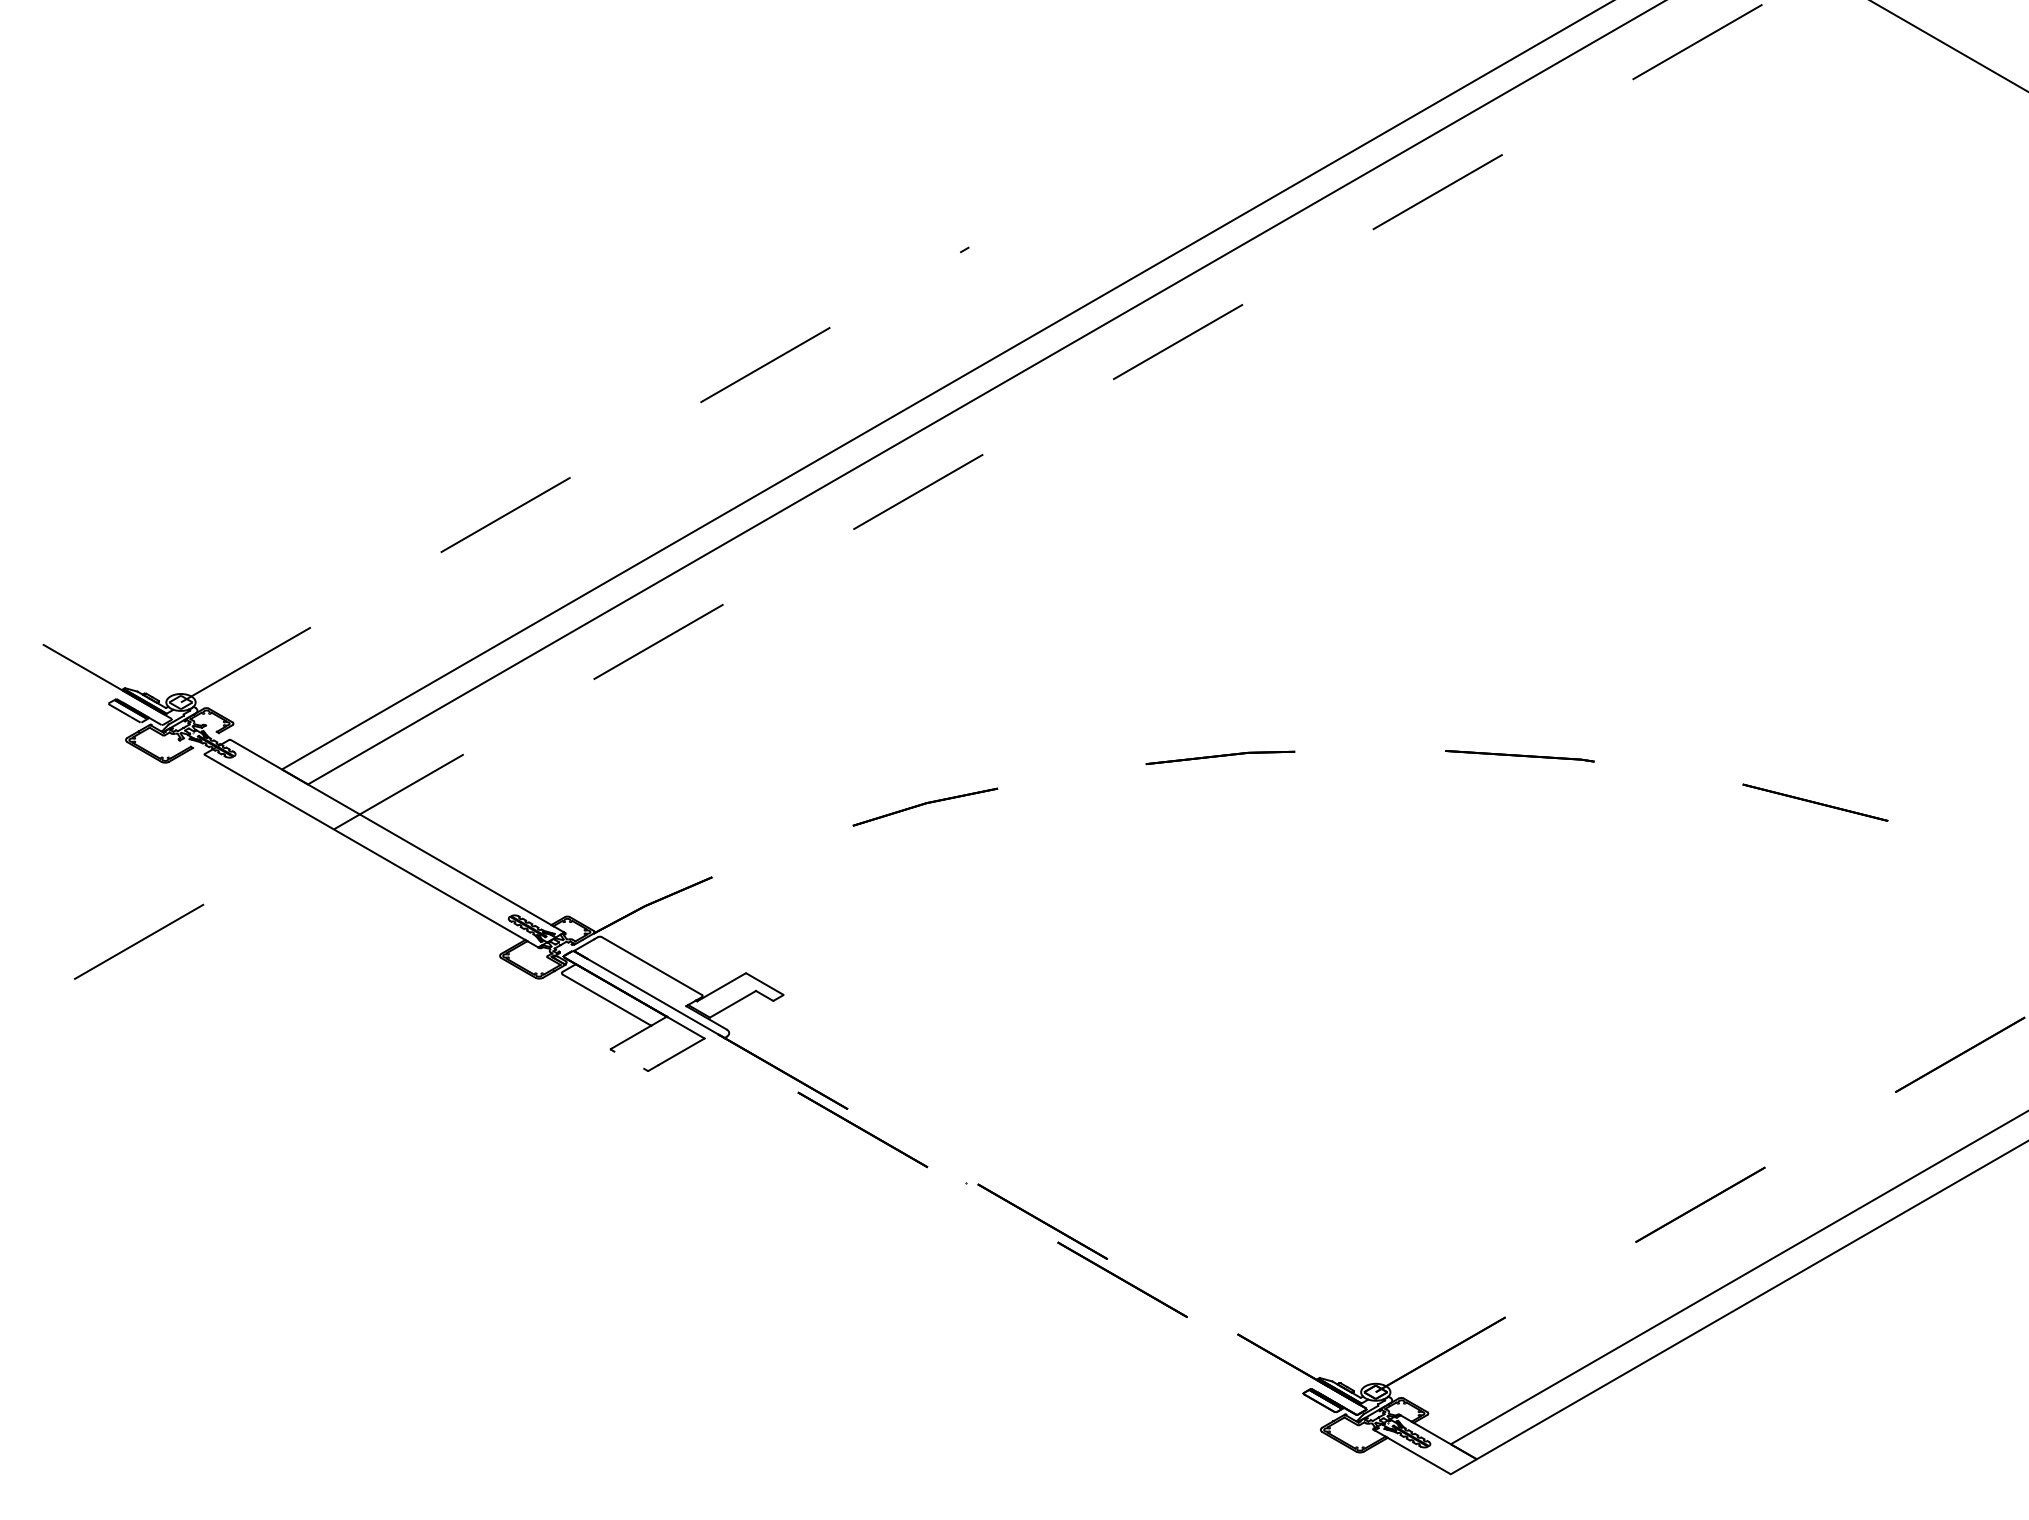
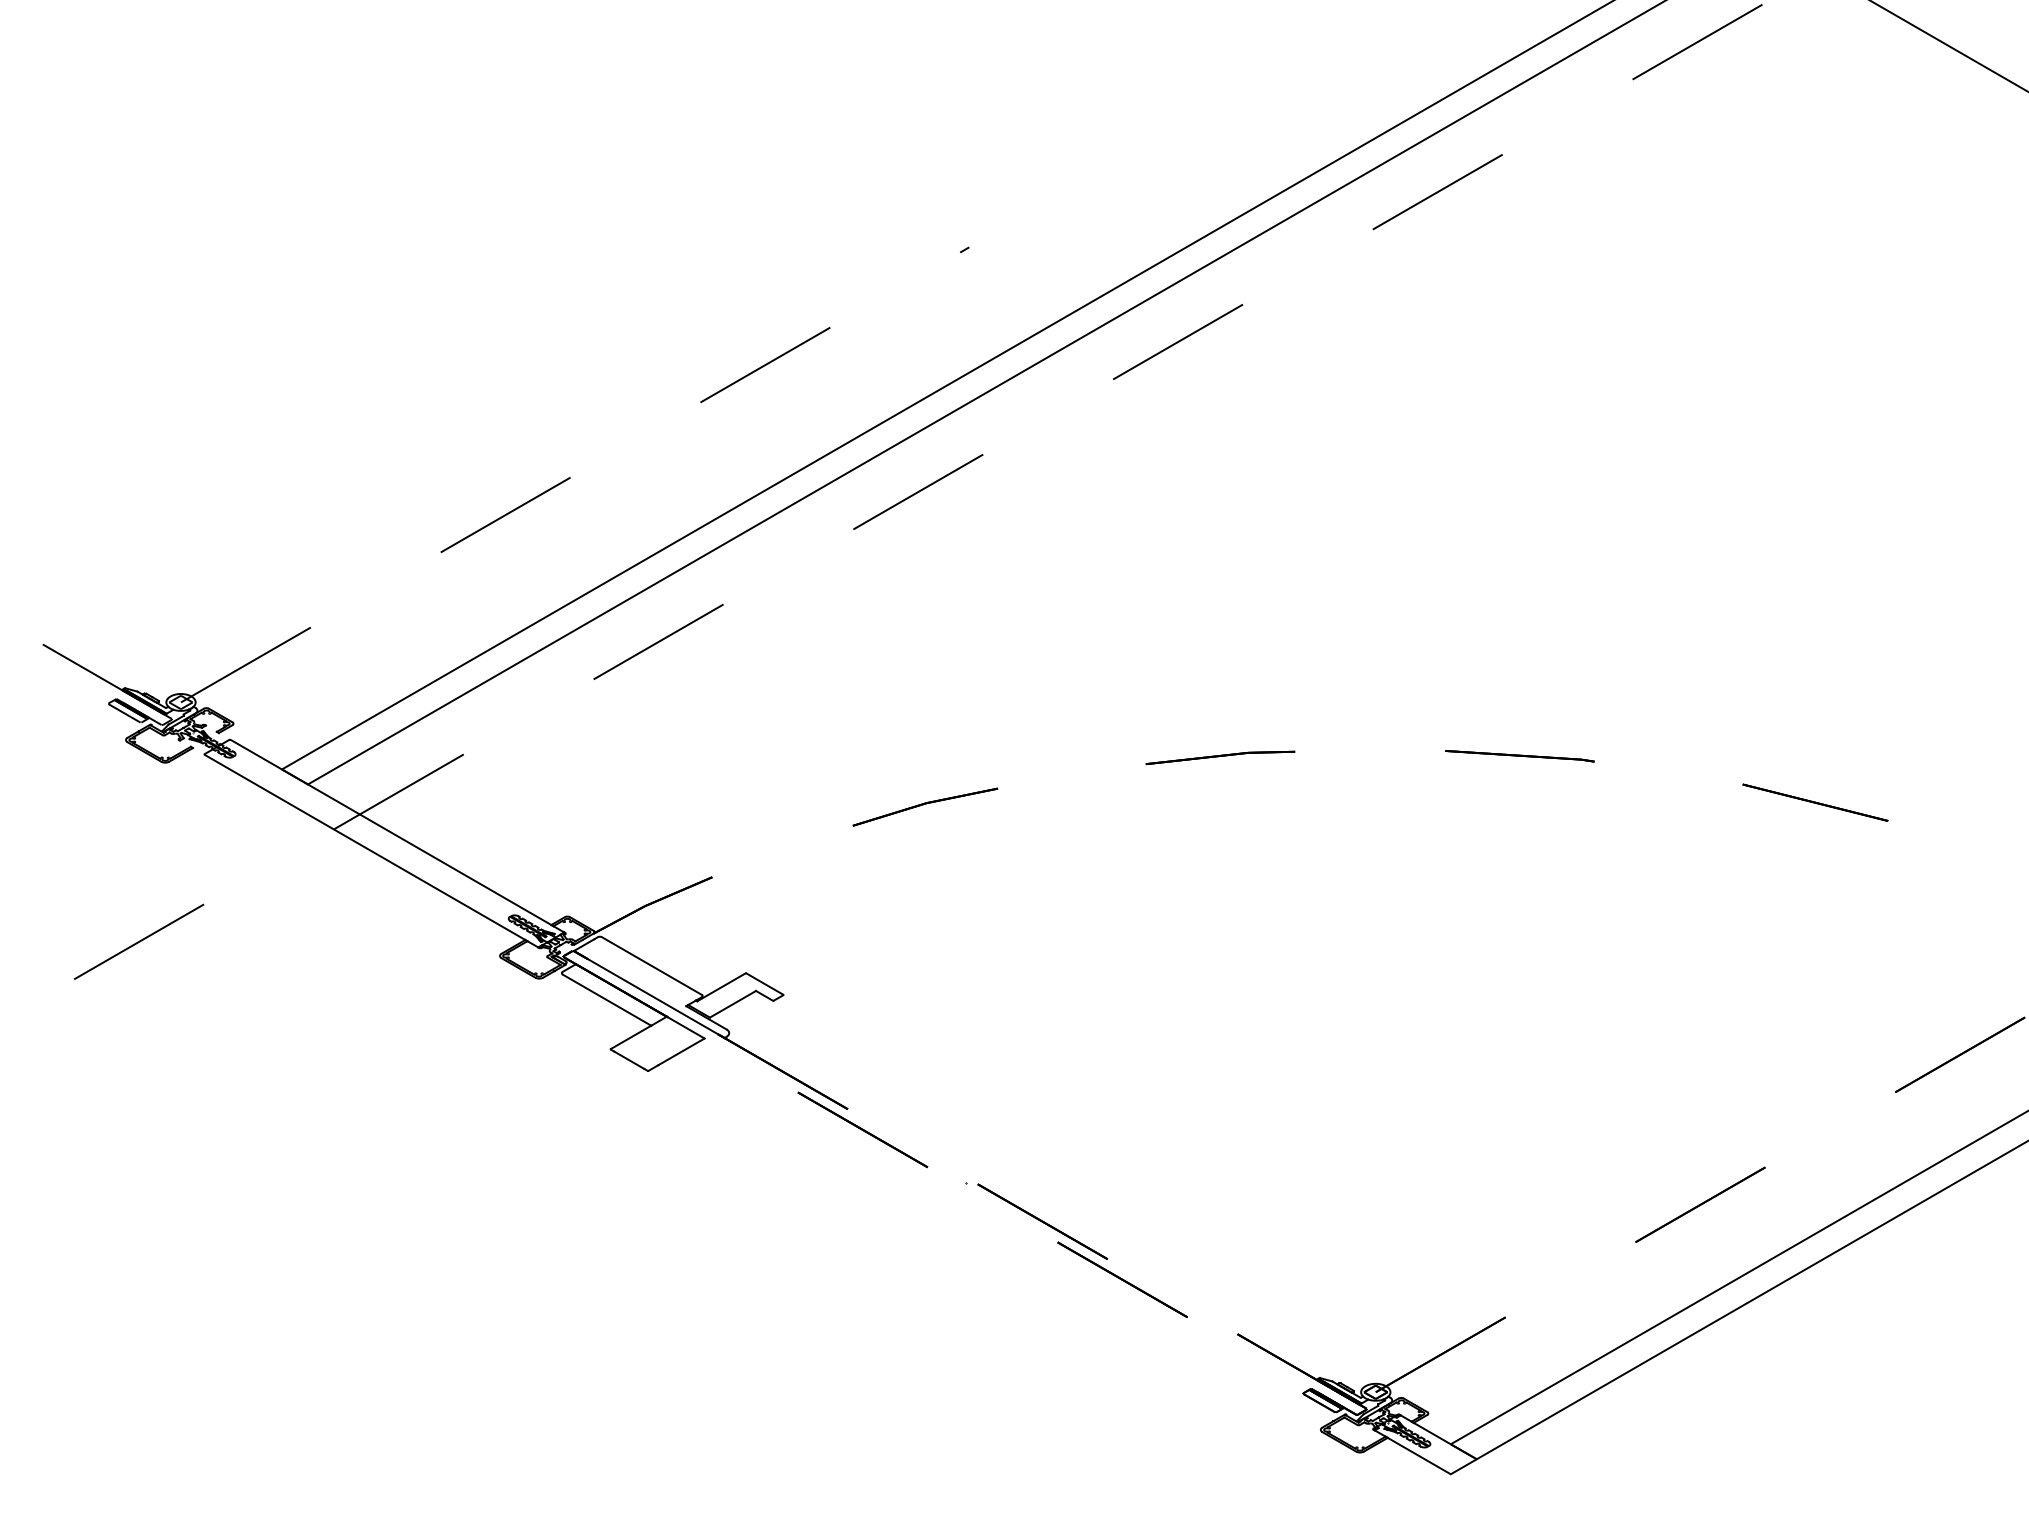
line at (629, 1059): none -> present
